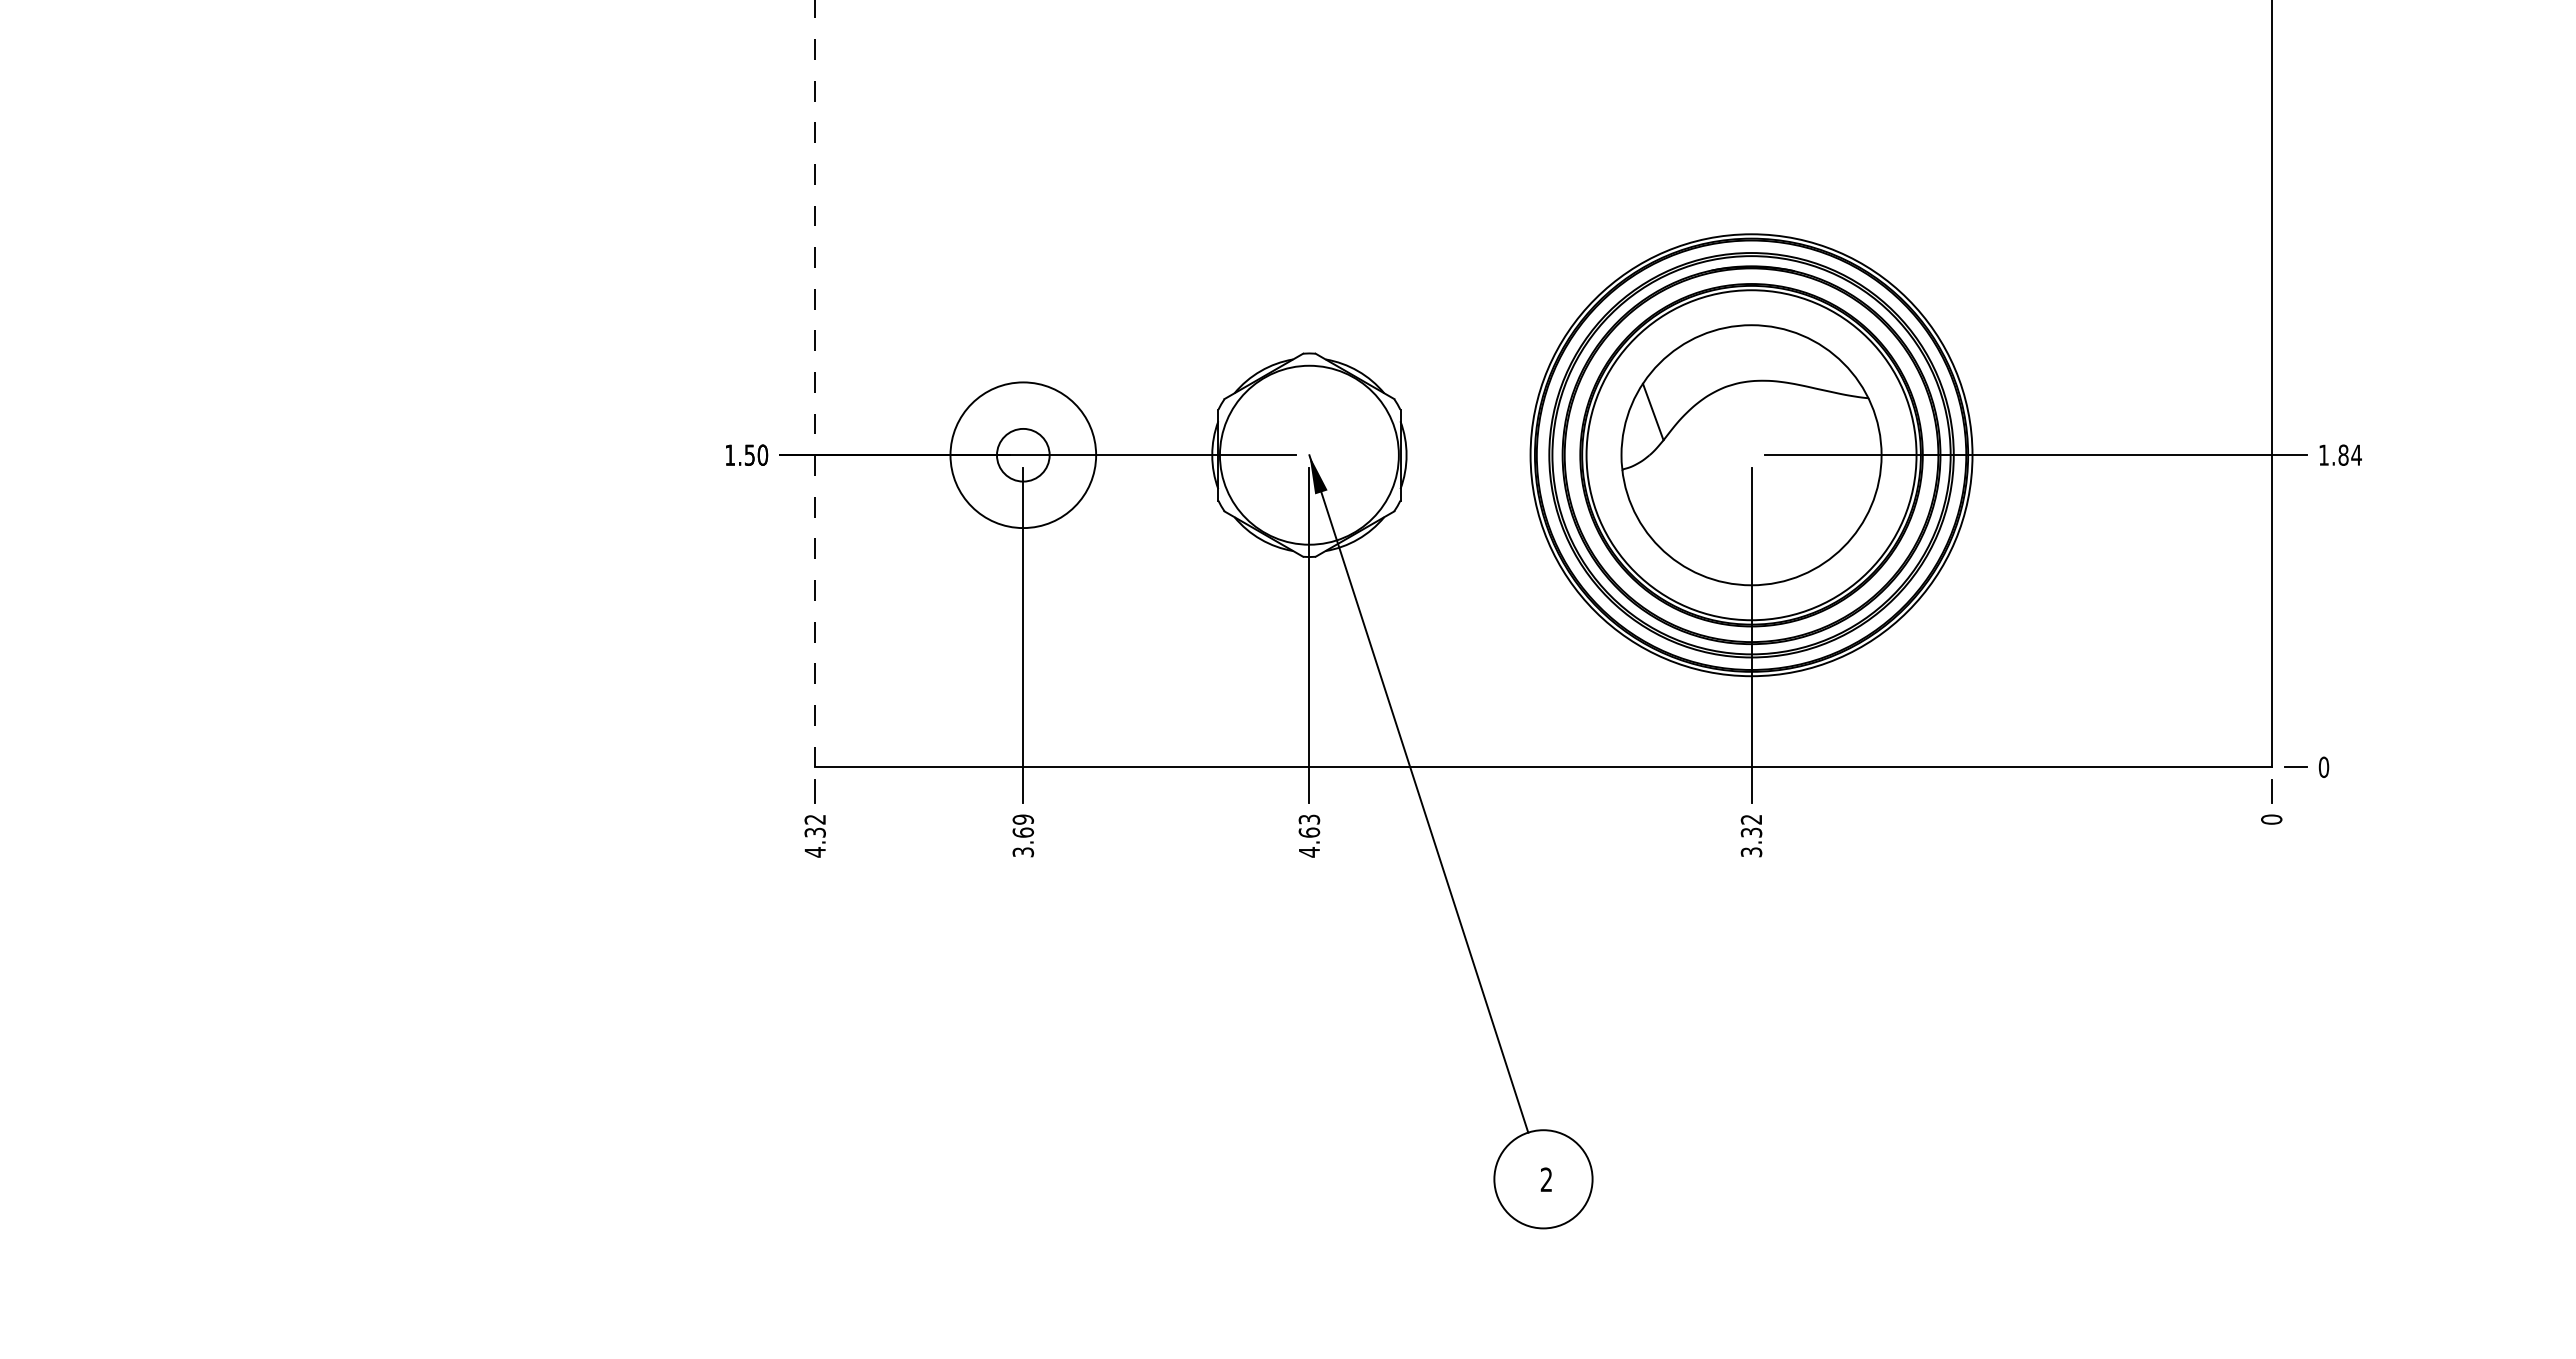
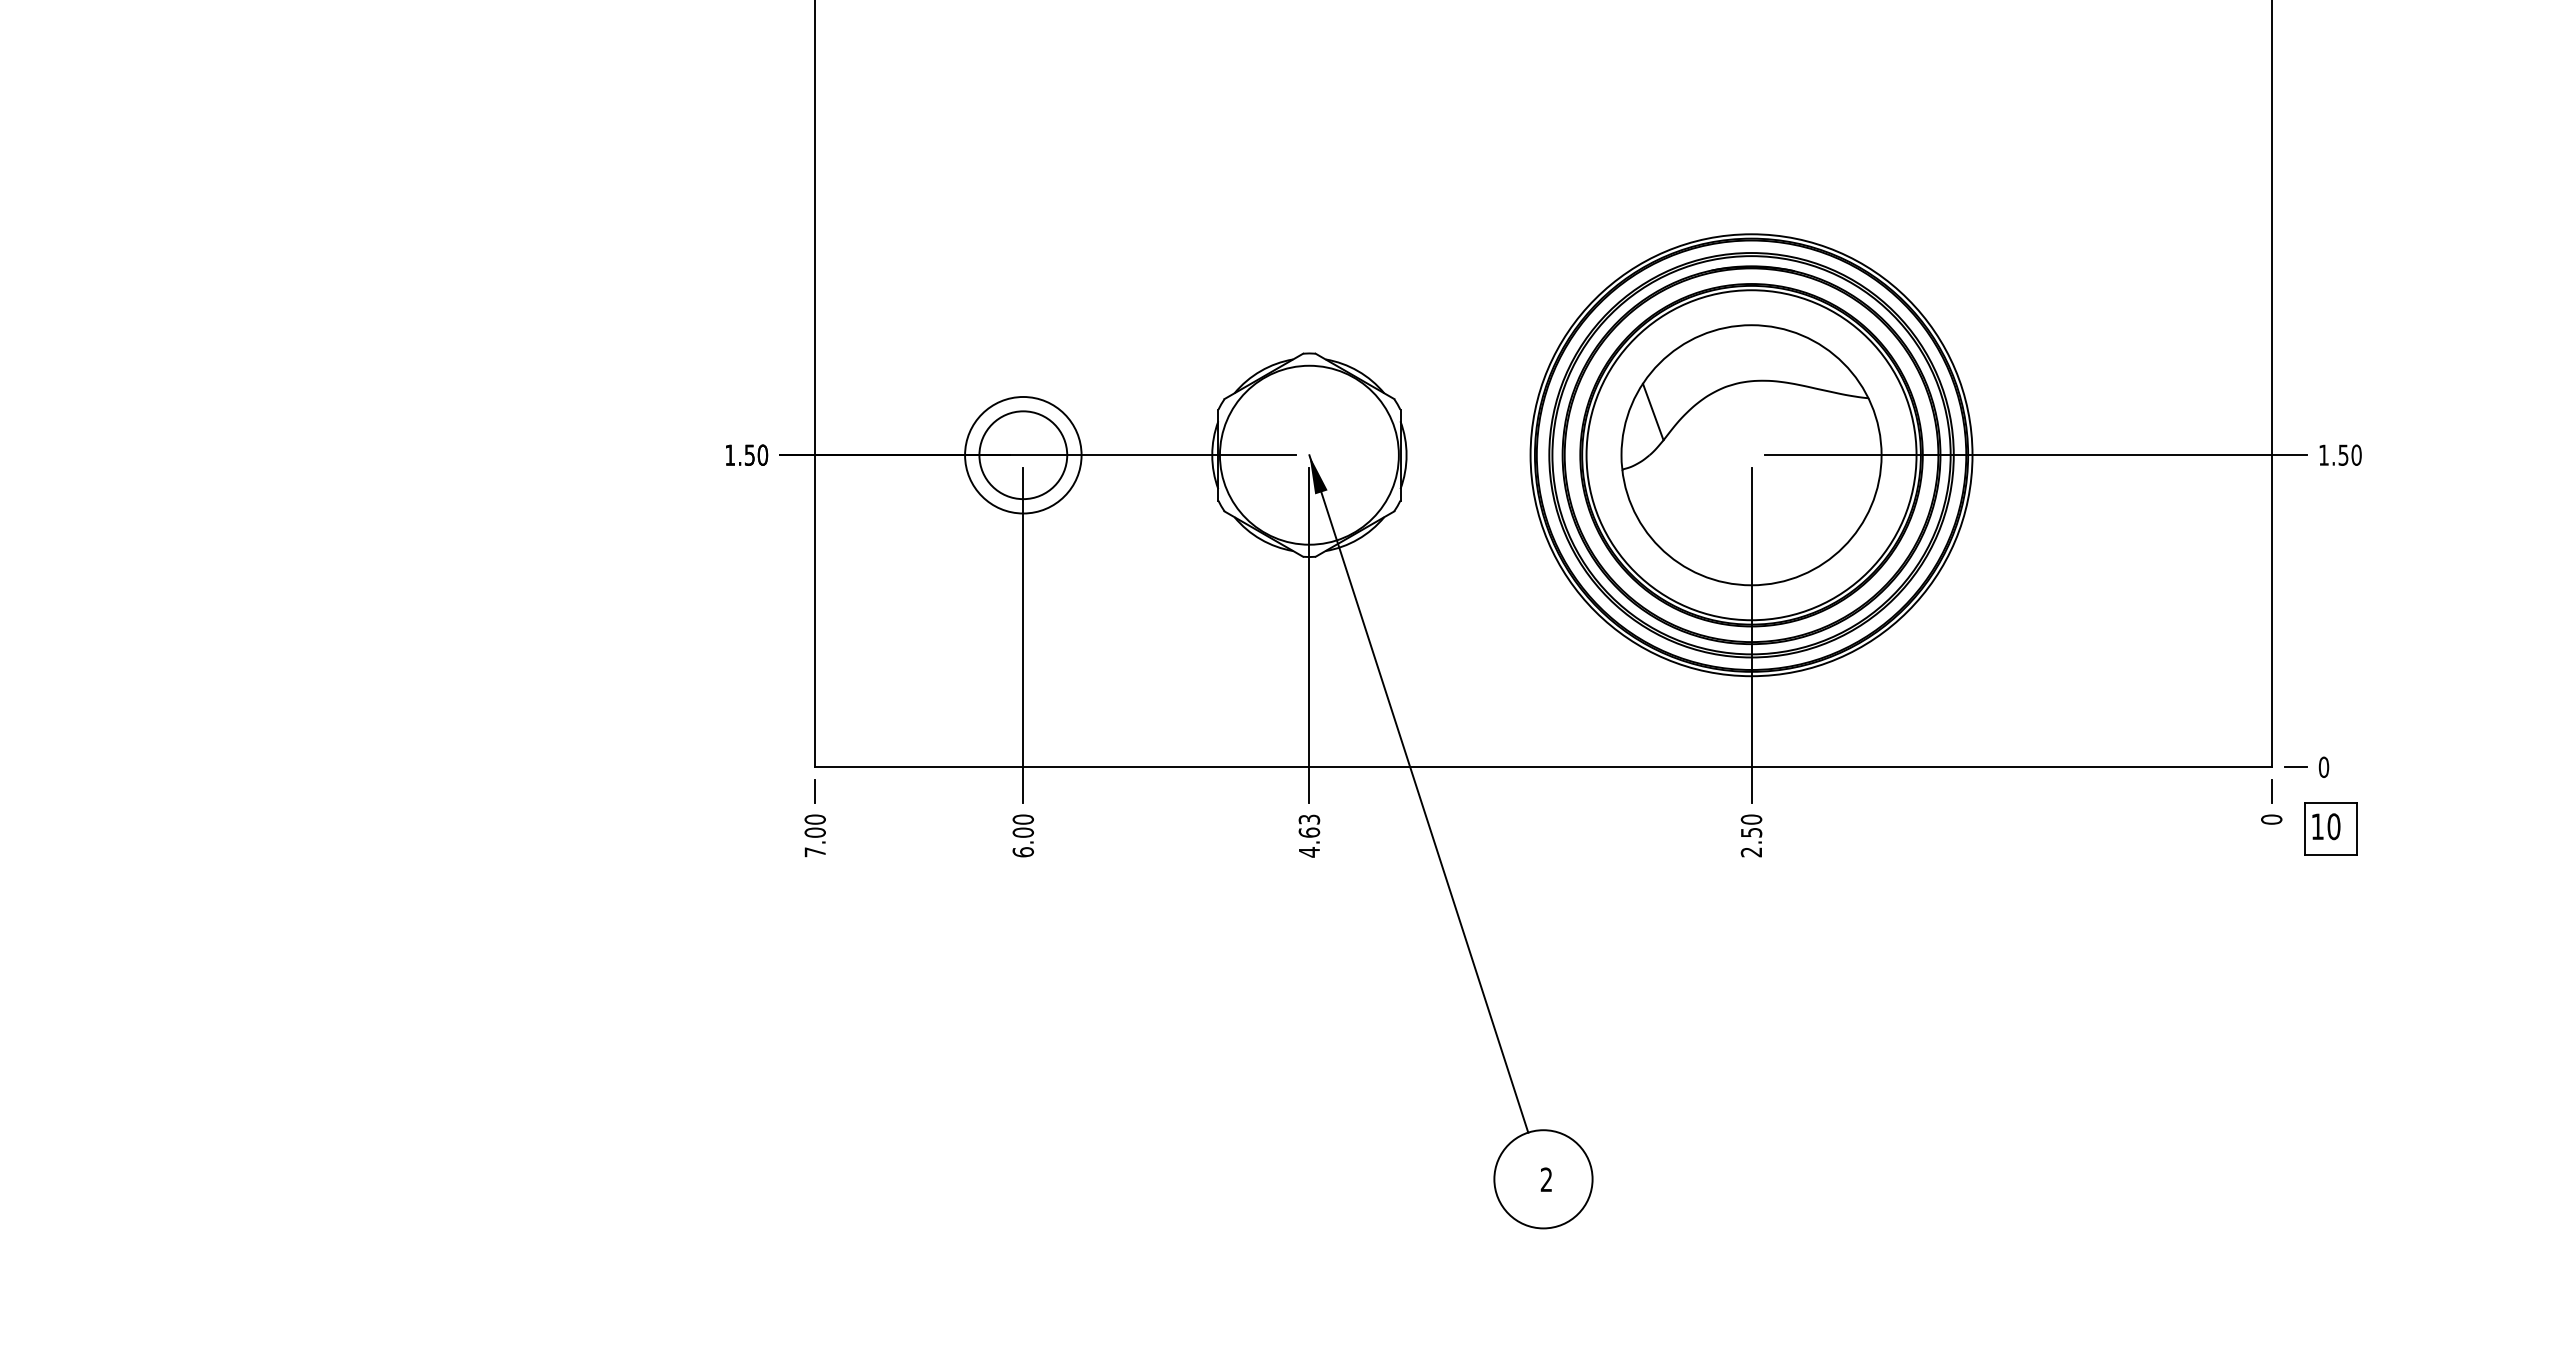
line at (815, 383): dashed -> solid
circle at (1022, 454) diameter: 53 px -> 88 px
text at (2349, 454): 1.84 -> 1.50
circle at (1023, 455) diameter: 146 px -> 117 px
part at (2330, 828): none -> present
text at (814, 835): 4.32 -> 7.00
text at (1023, 835): 3.69 -> 6.00
text at (1751, 835): 3.32 -> 2.50
